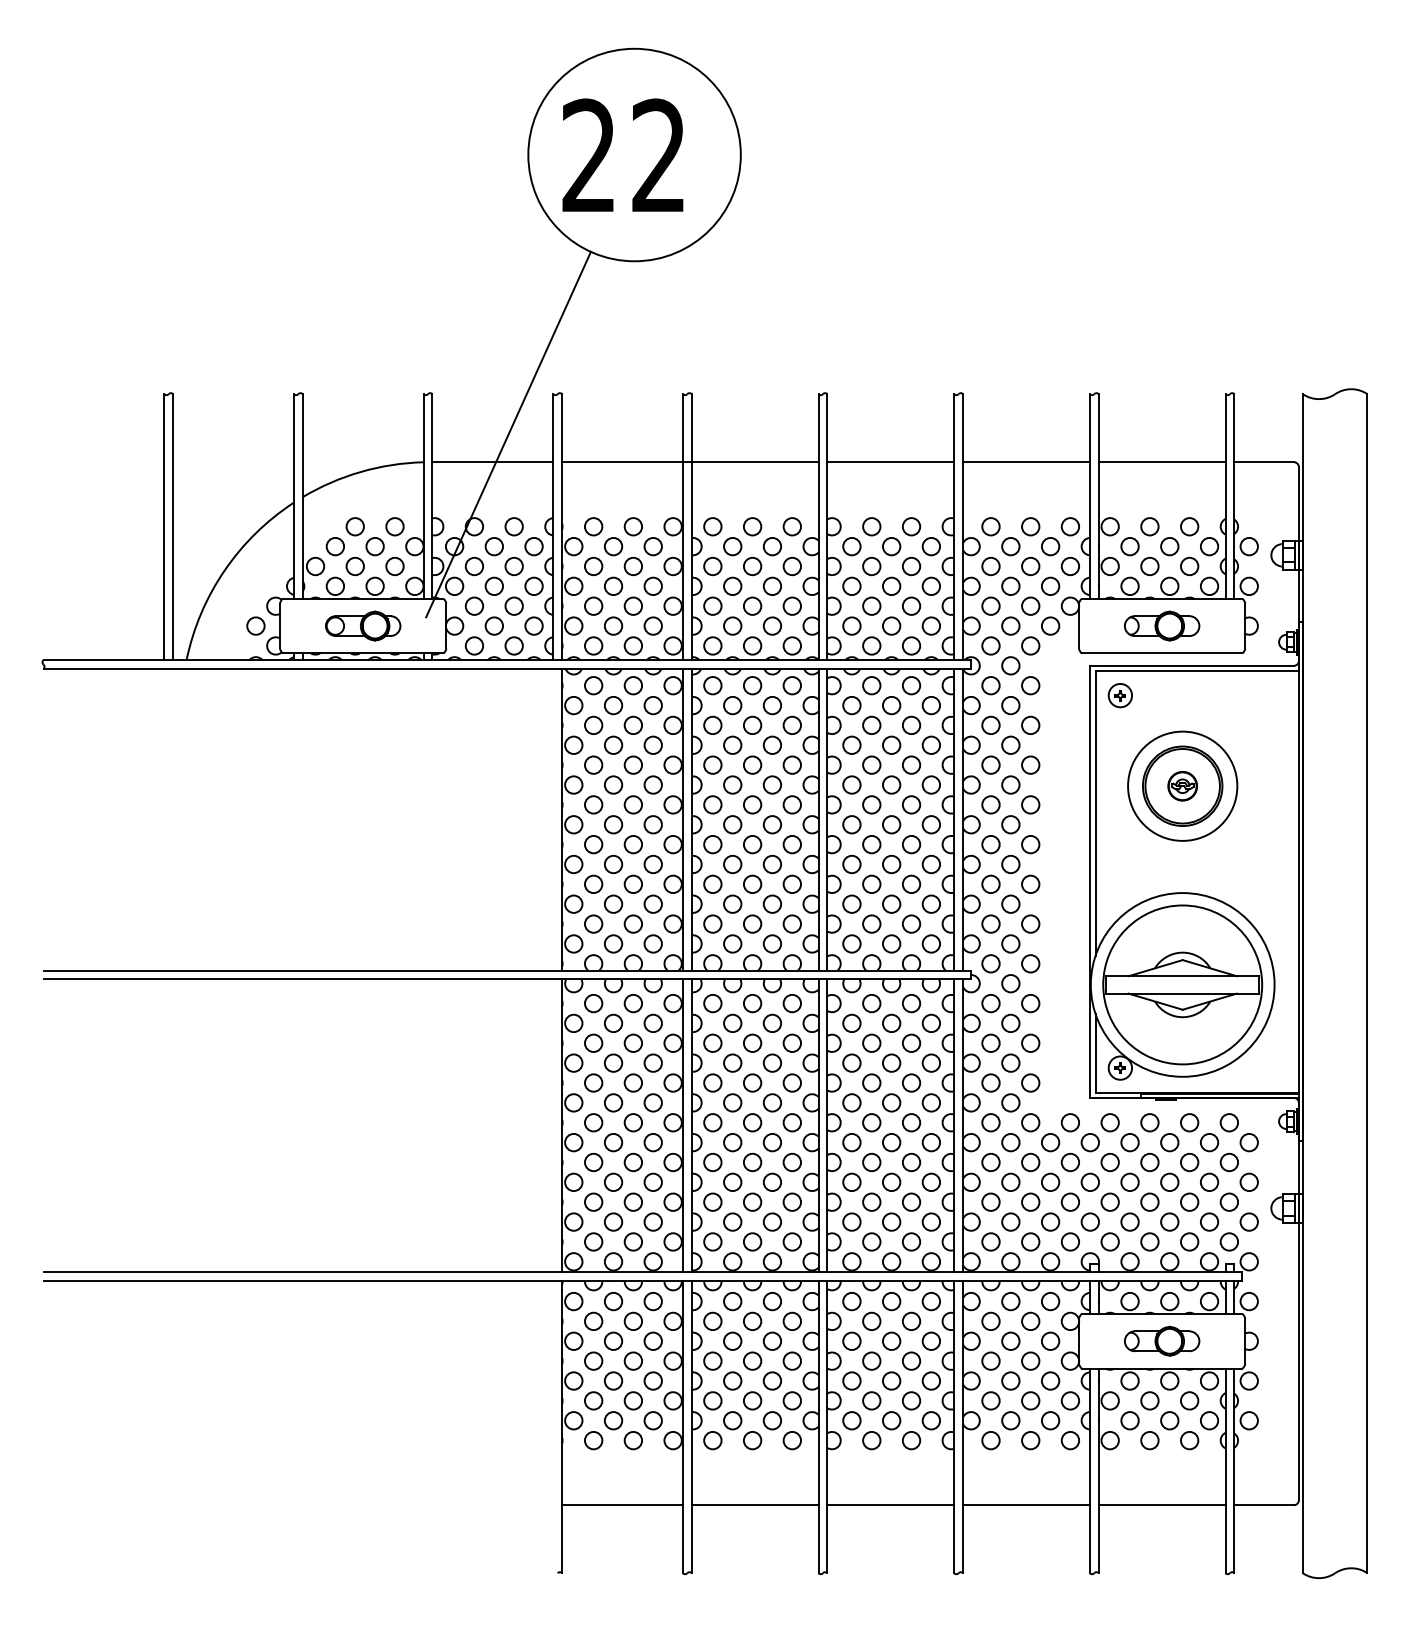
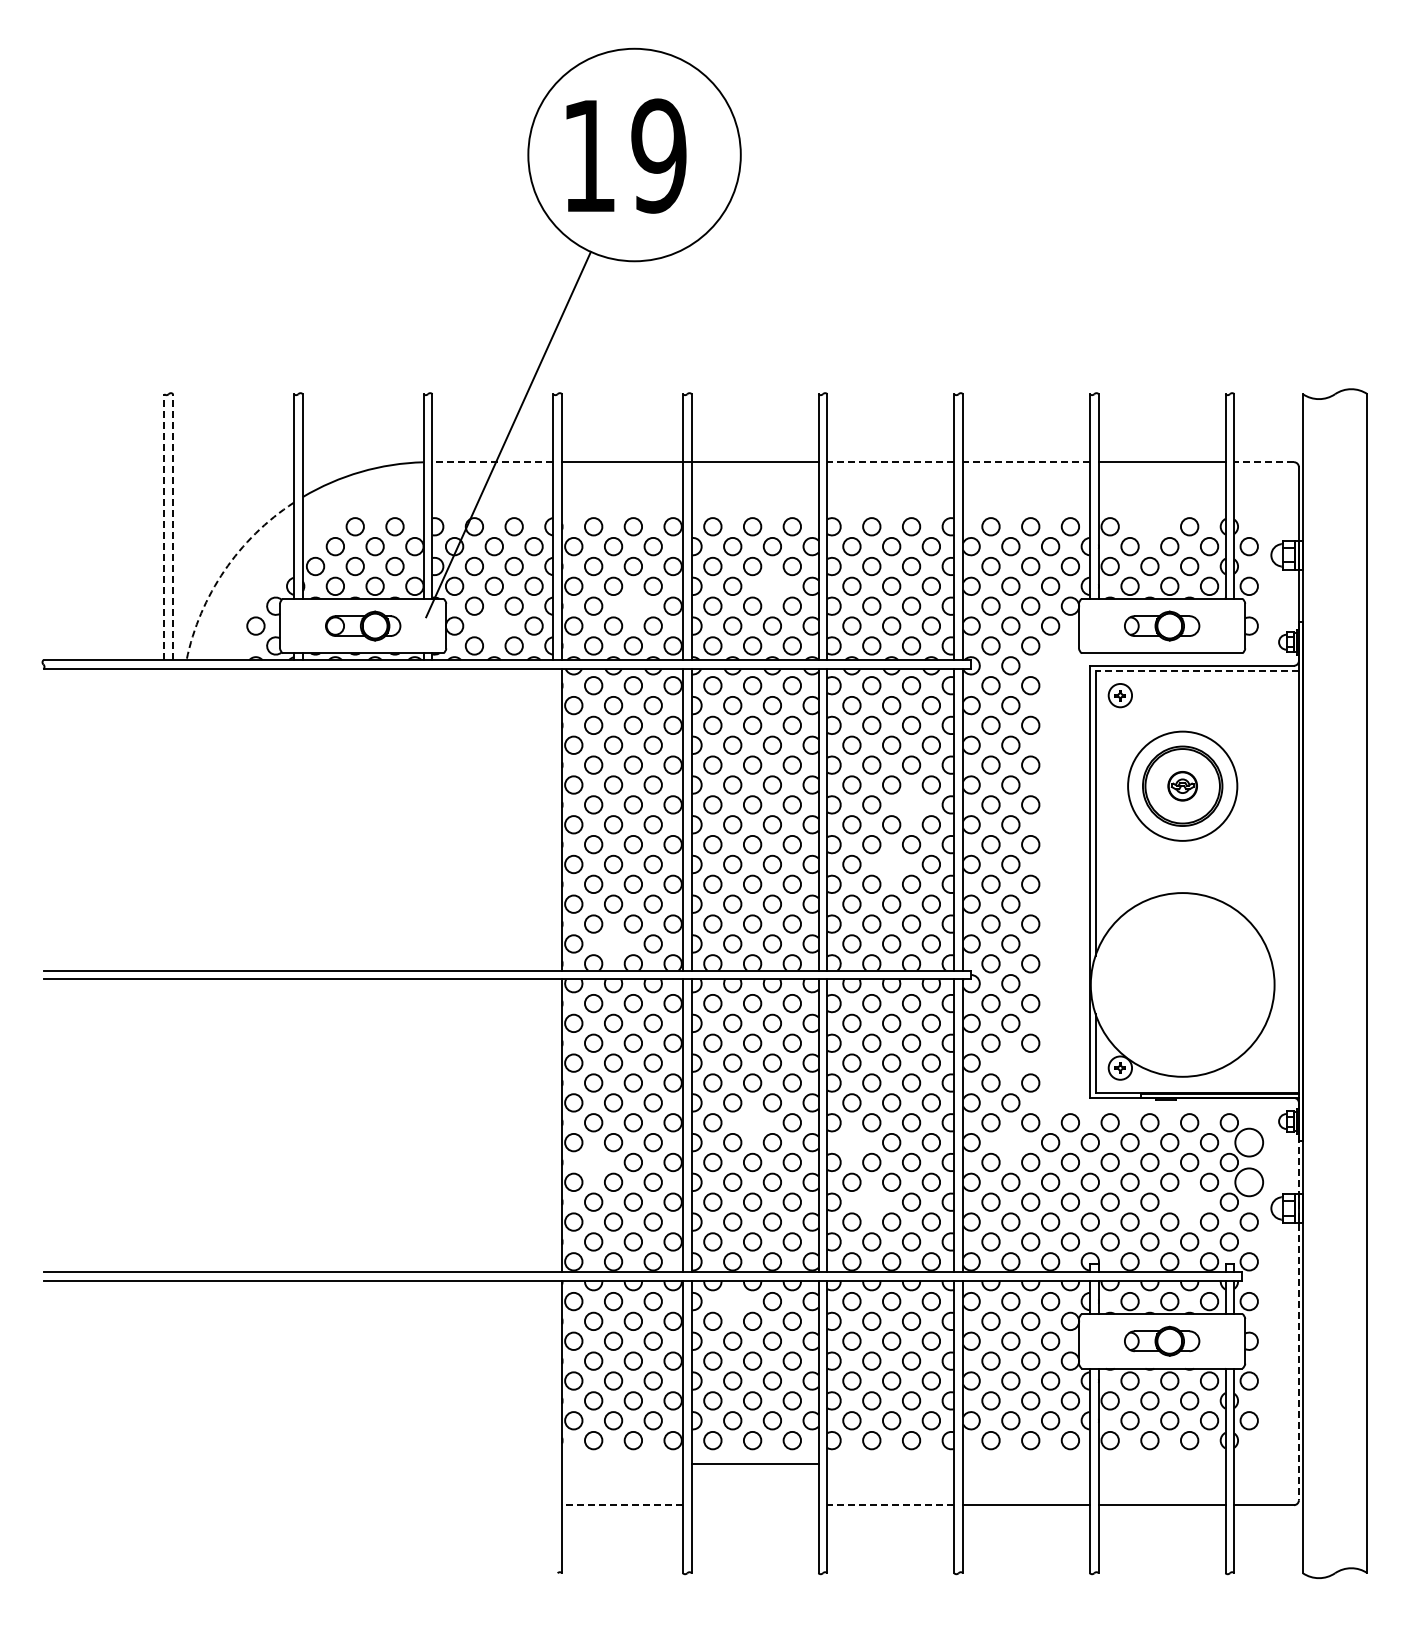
text at (624, 155): 22 -> 19
line at (492, 462): solid -> dashed
line at (890, 462): solid -> dashed
line at (1025, 462): solid -> dashed
line at (1264, 462): solid -> dashed
circle at (1149, 526): present -> none
line at (164, 527): solid -> dashed
line at (173, 527): solid -> dashed
arc at (224, 570): solid -> dashed
circle at (771, 585): present -> none
circle at (632, 605): present -> none
circle at (493, 625): present -> none
line at (1197, 670): solid -> dashed
circle at (911, 804): present -> none
circle at (891, 864): present -> none
circle at (613, 943): present -> none
part at (1182, 984): present -> none
circle at (1010, 1062): present -> none
circle at (752, 1122): present -> none
circle at (851, 1142): present -> none
circle at (1010, 1142): present -> none
circle at (1248, 1142) diameter: 17 px -> 28 px
circle at (593, 1162): present -> none
circle at (1248, 1182) diameter: 17 px -> 28 px
circle at (871, 1201): present -> none
circle at (1189, 1201): present -> none
circle at (732, 1301): present -> none
line at (1298, 1301): solid -> dashed
line at (621, 1505): solid -> dashed
line at (754, 1505) position: (754, 1505) -> (754, 1464)
line at (890, 1505): solid -> dashed
